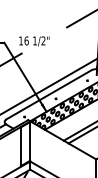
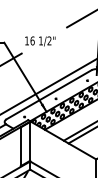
text at (34, 41) position: (34, 41) -> (40, 41)
